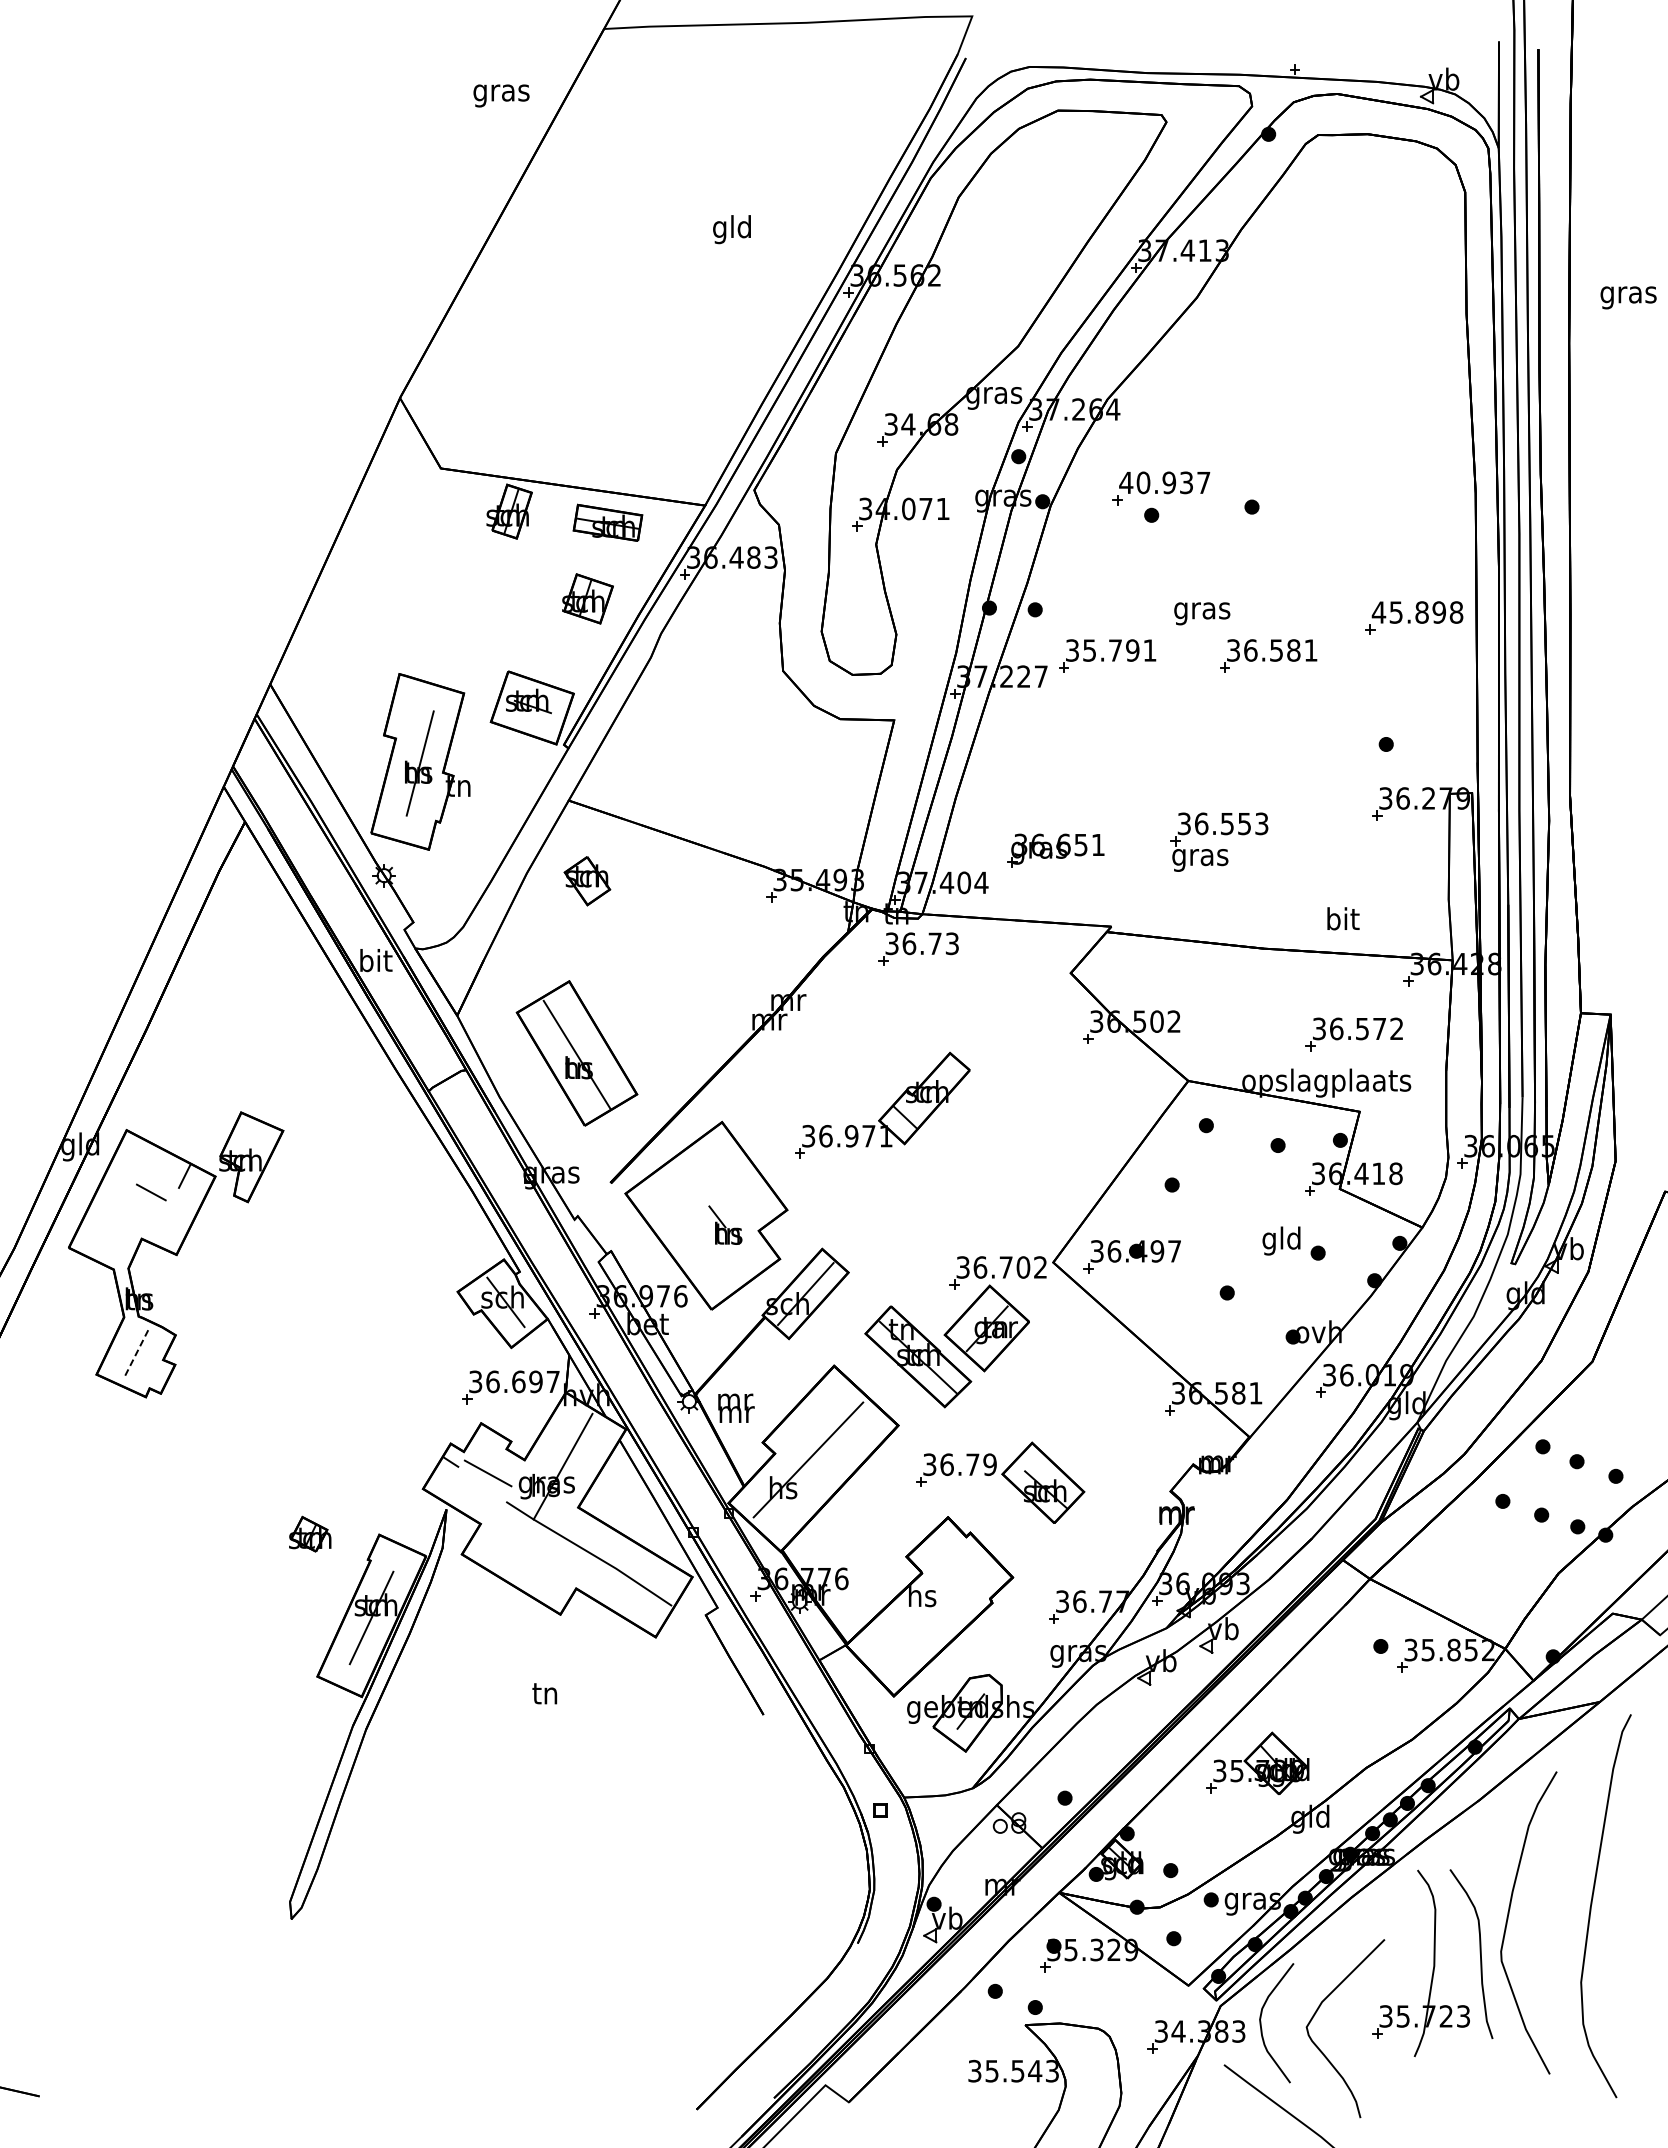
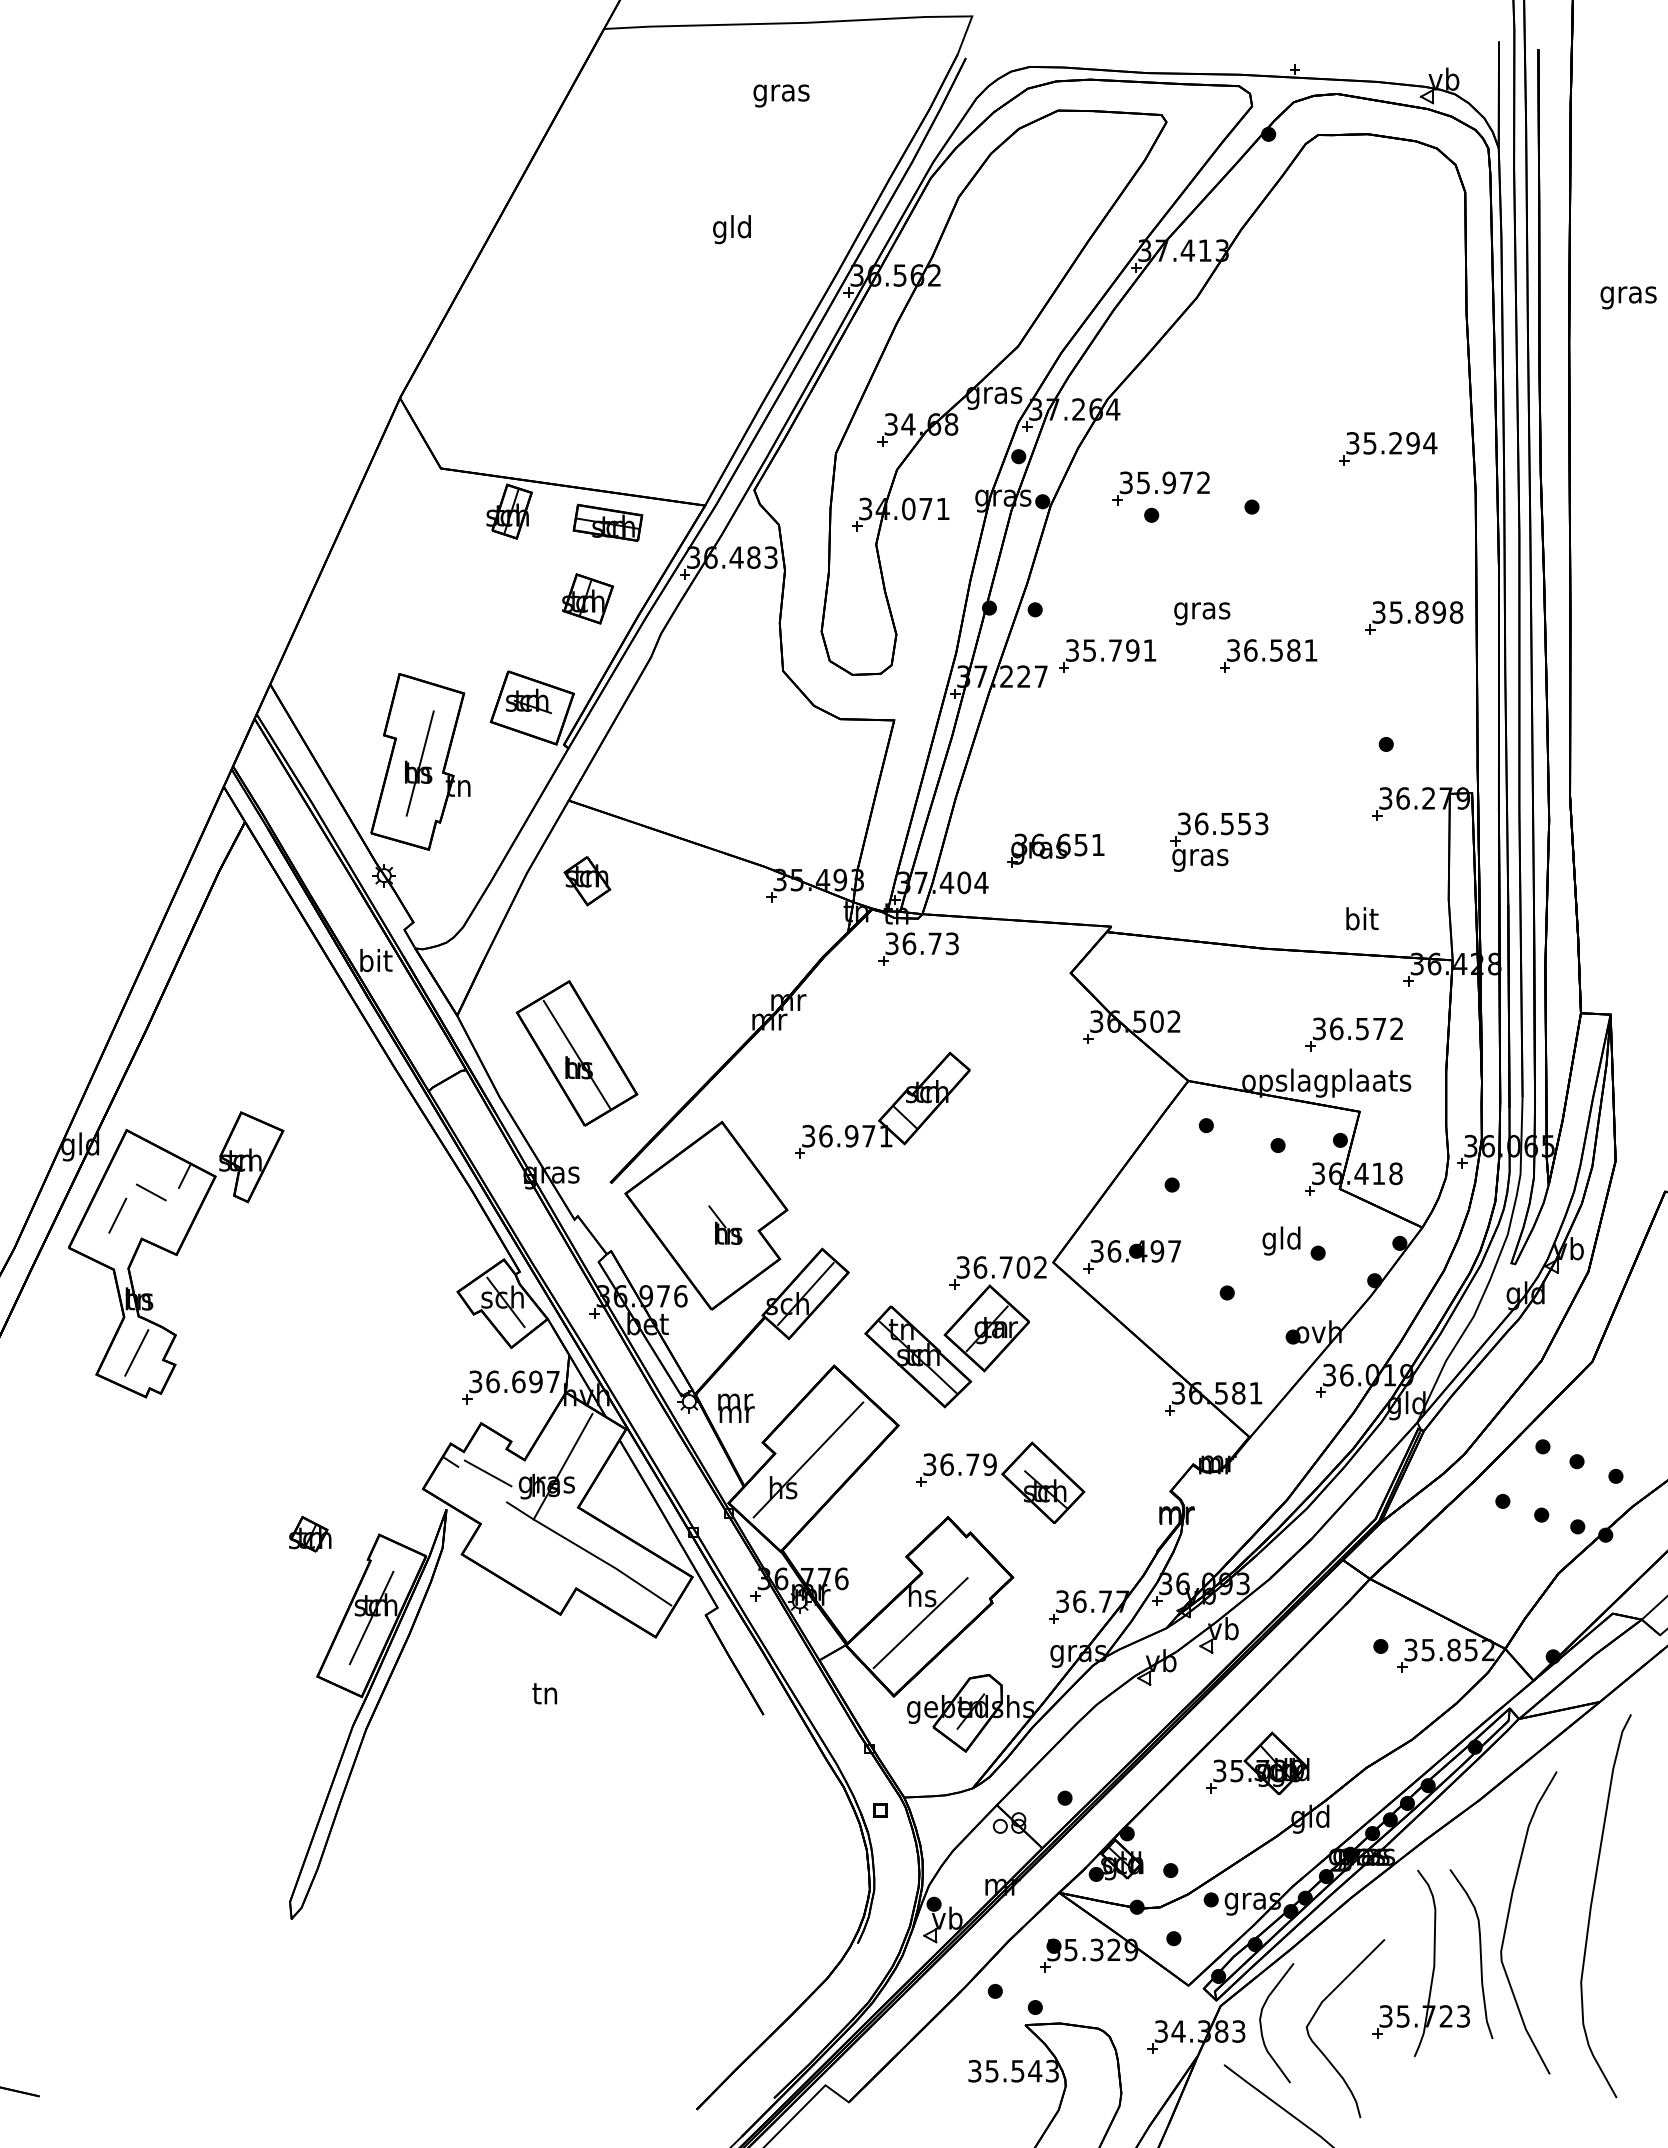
text at (501, 95) position: (501, 95) -> (781, 95)
part at (1388, 448): none -> present
text at (1164, 482): 40.937 -> 35.972
text at (1378, 612): 45.898 -> 35.898
text at (1343, 918) position: (1343, 918) -> (1362, 918)
line at (117, 1215): none -> present
line at (136, 1353): dashed -> solid
line at (920, 1623): none -> present
